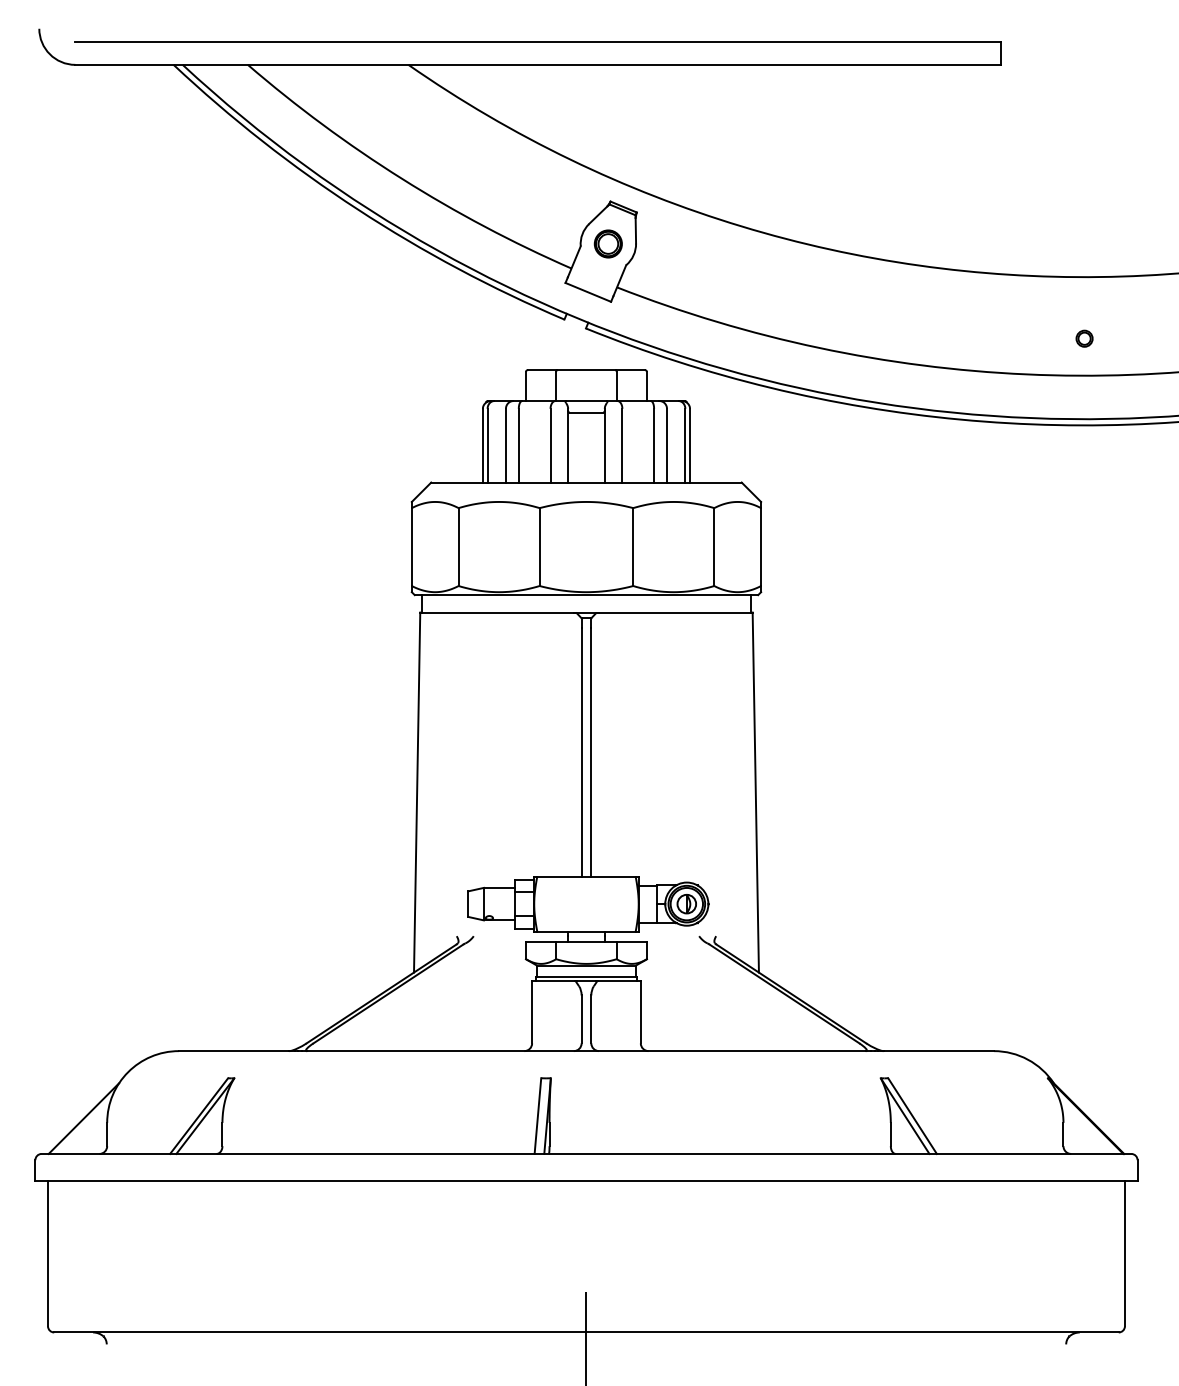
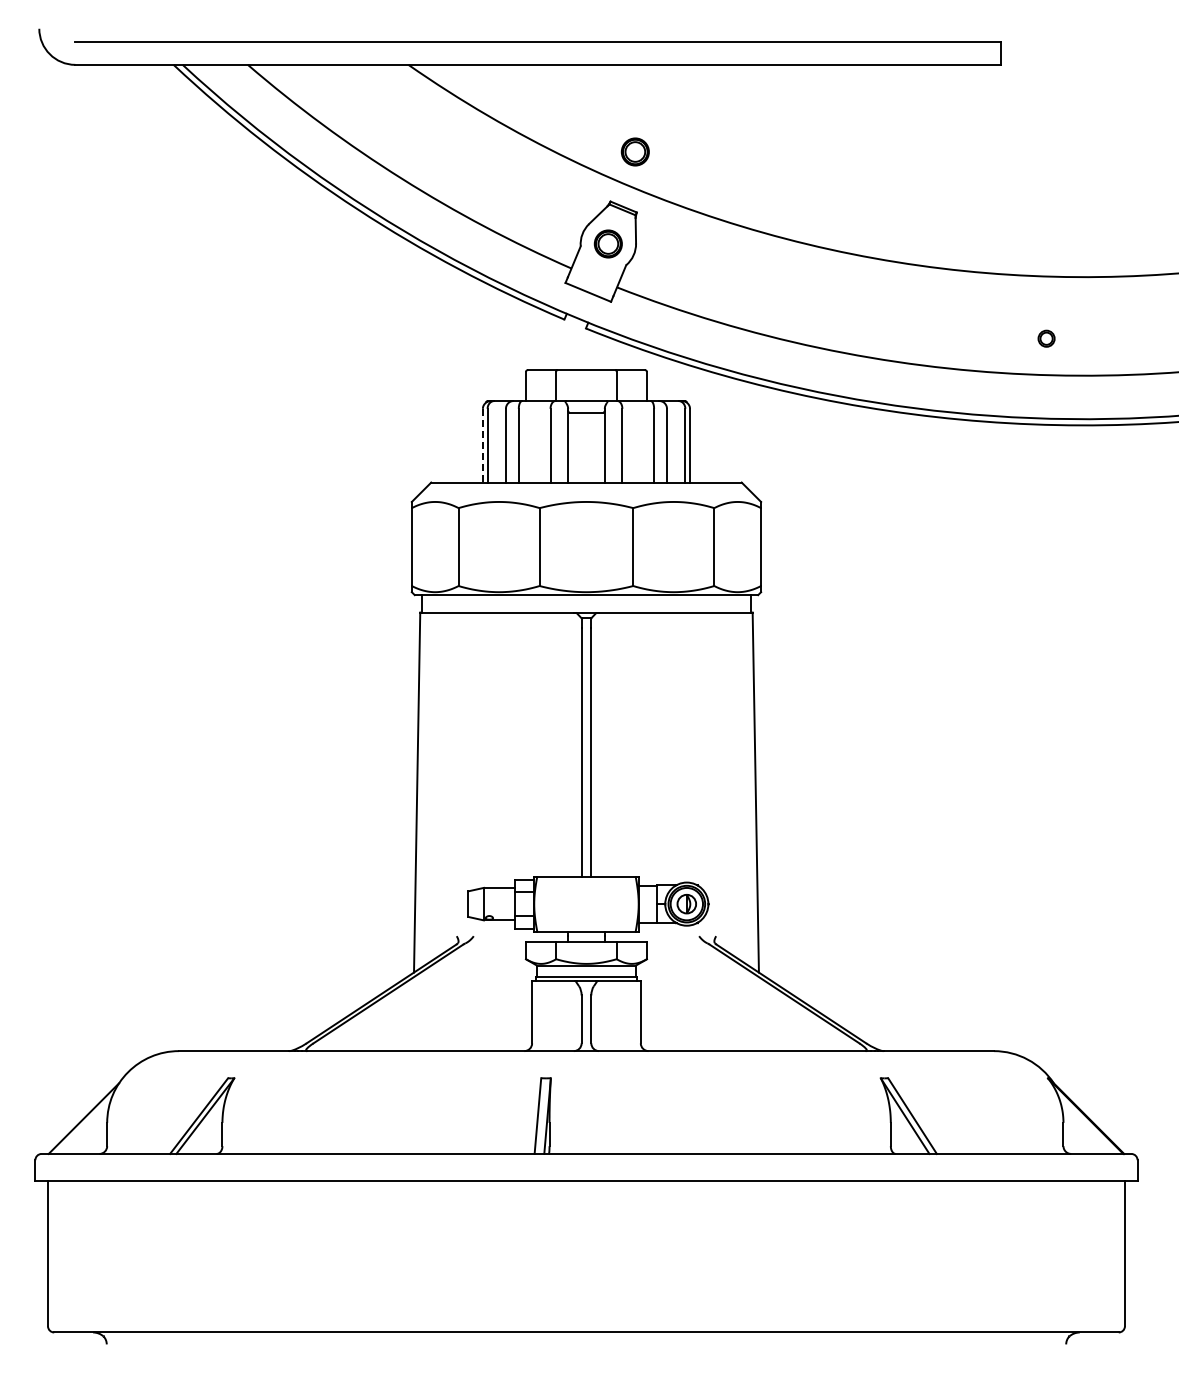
part at (634, 151): none -> present
circle at (1084, 338) position: (1084, 338) -> (1046, 338)
line at (482, 445): solid -> dashed
line at (586, 1336): present -> none
